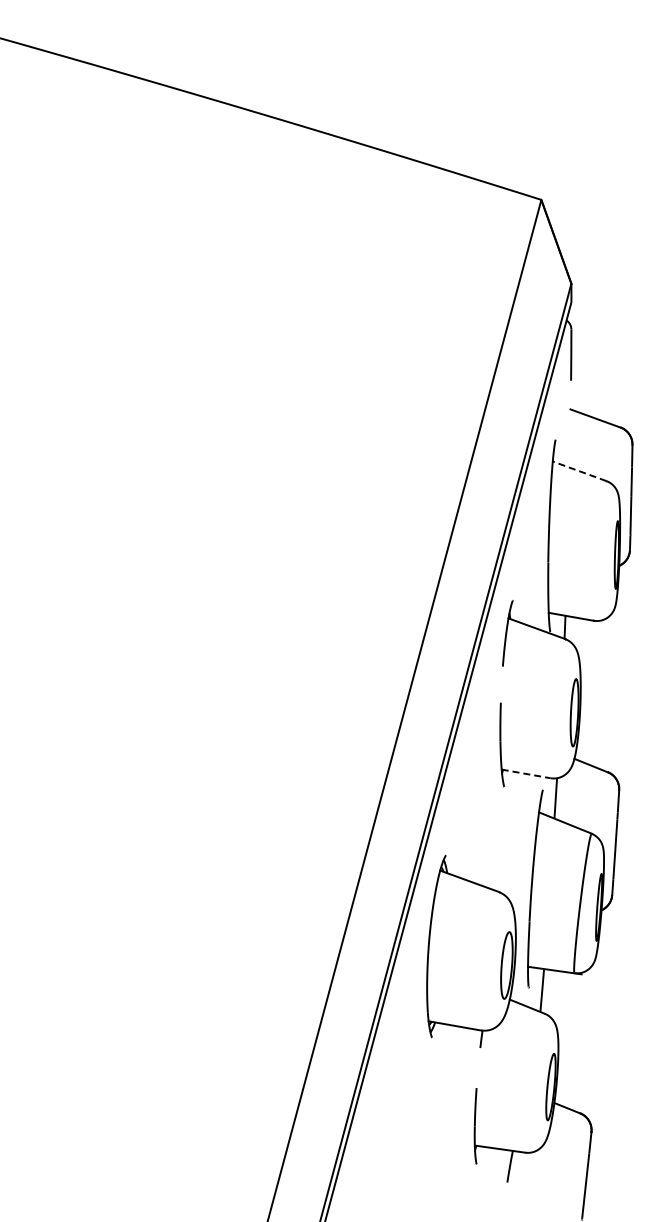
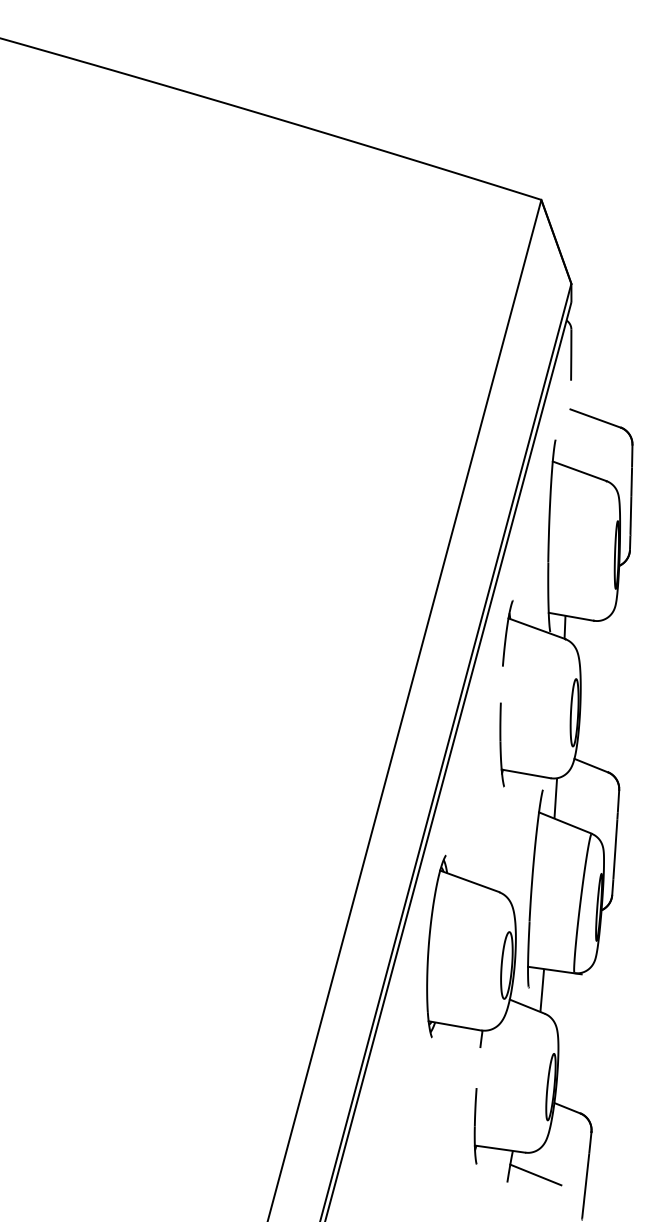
line at (579, 471): dashed -> solid
line at (526, 773): dashed -> solid
line at (535, 1174): none -> present
